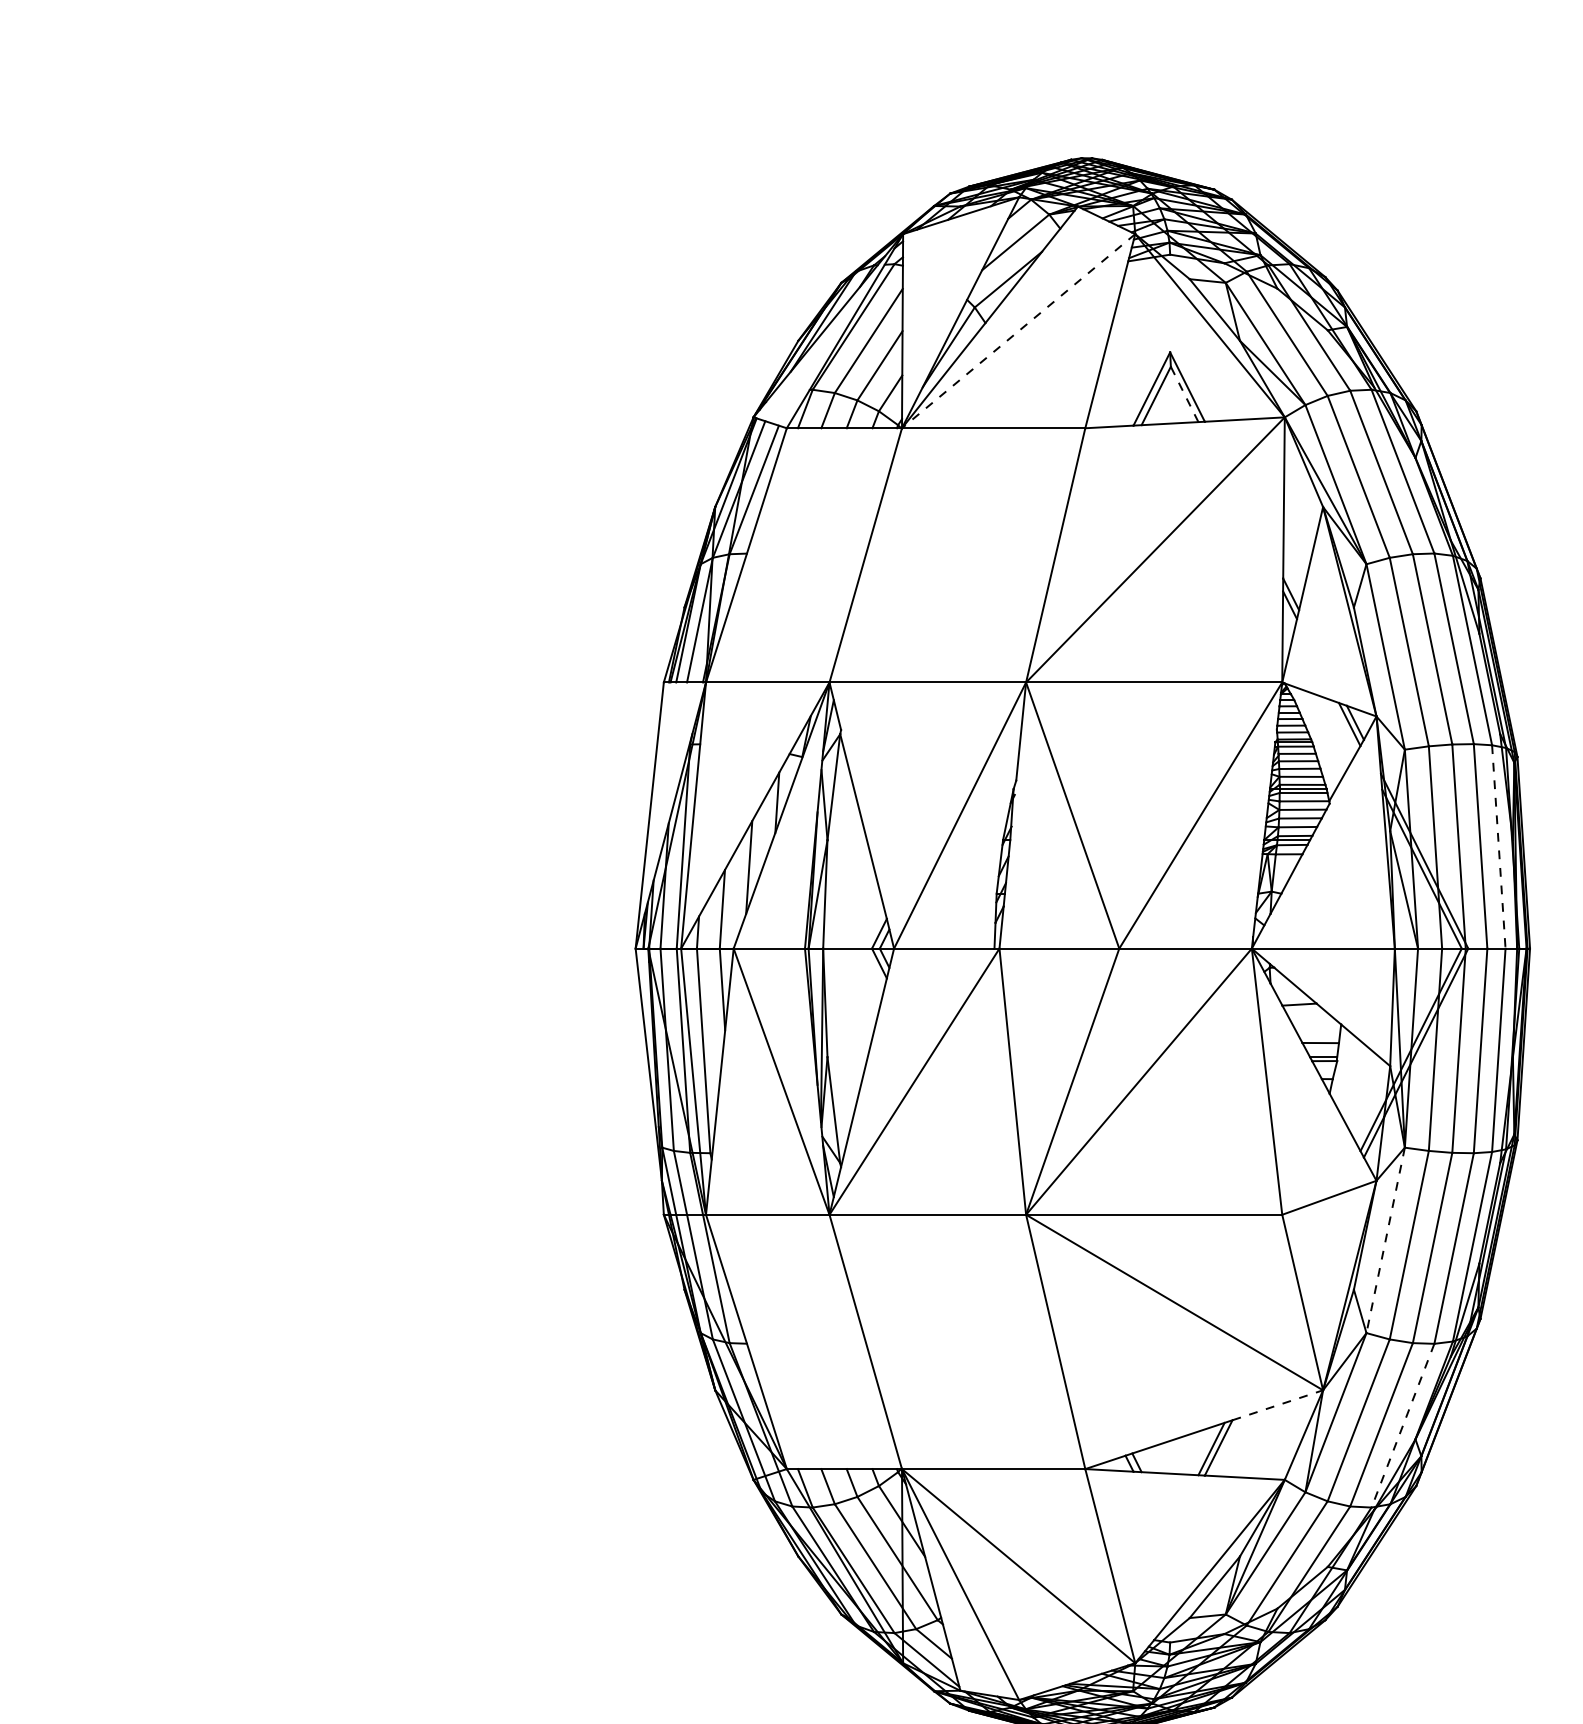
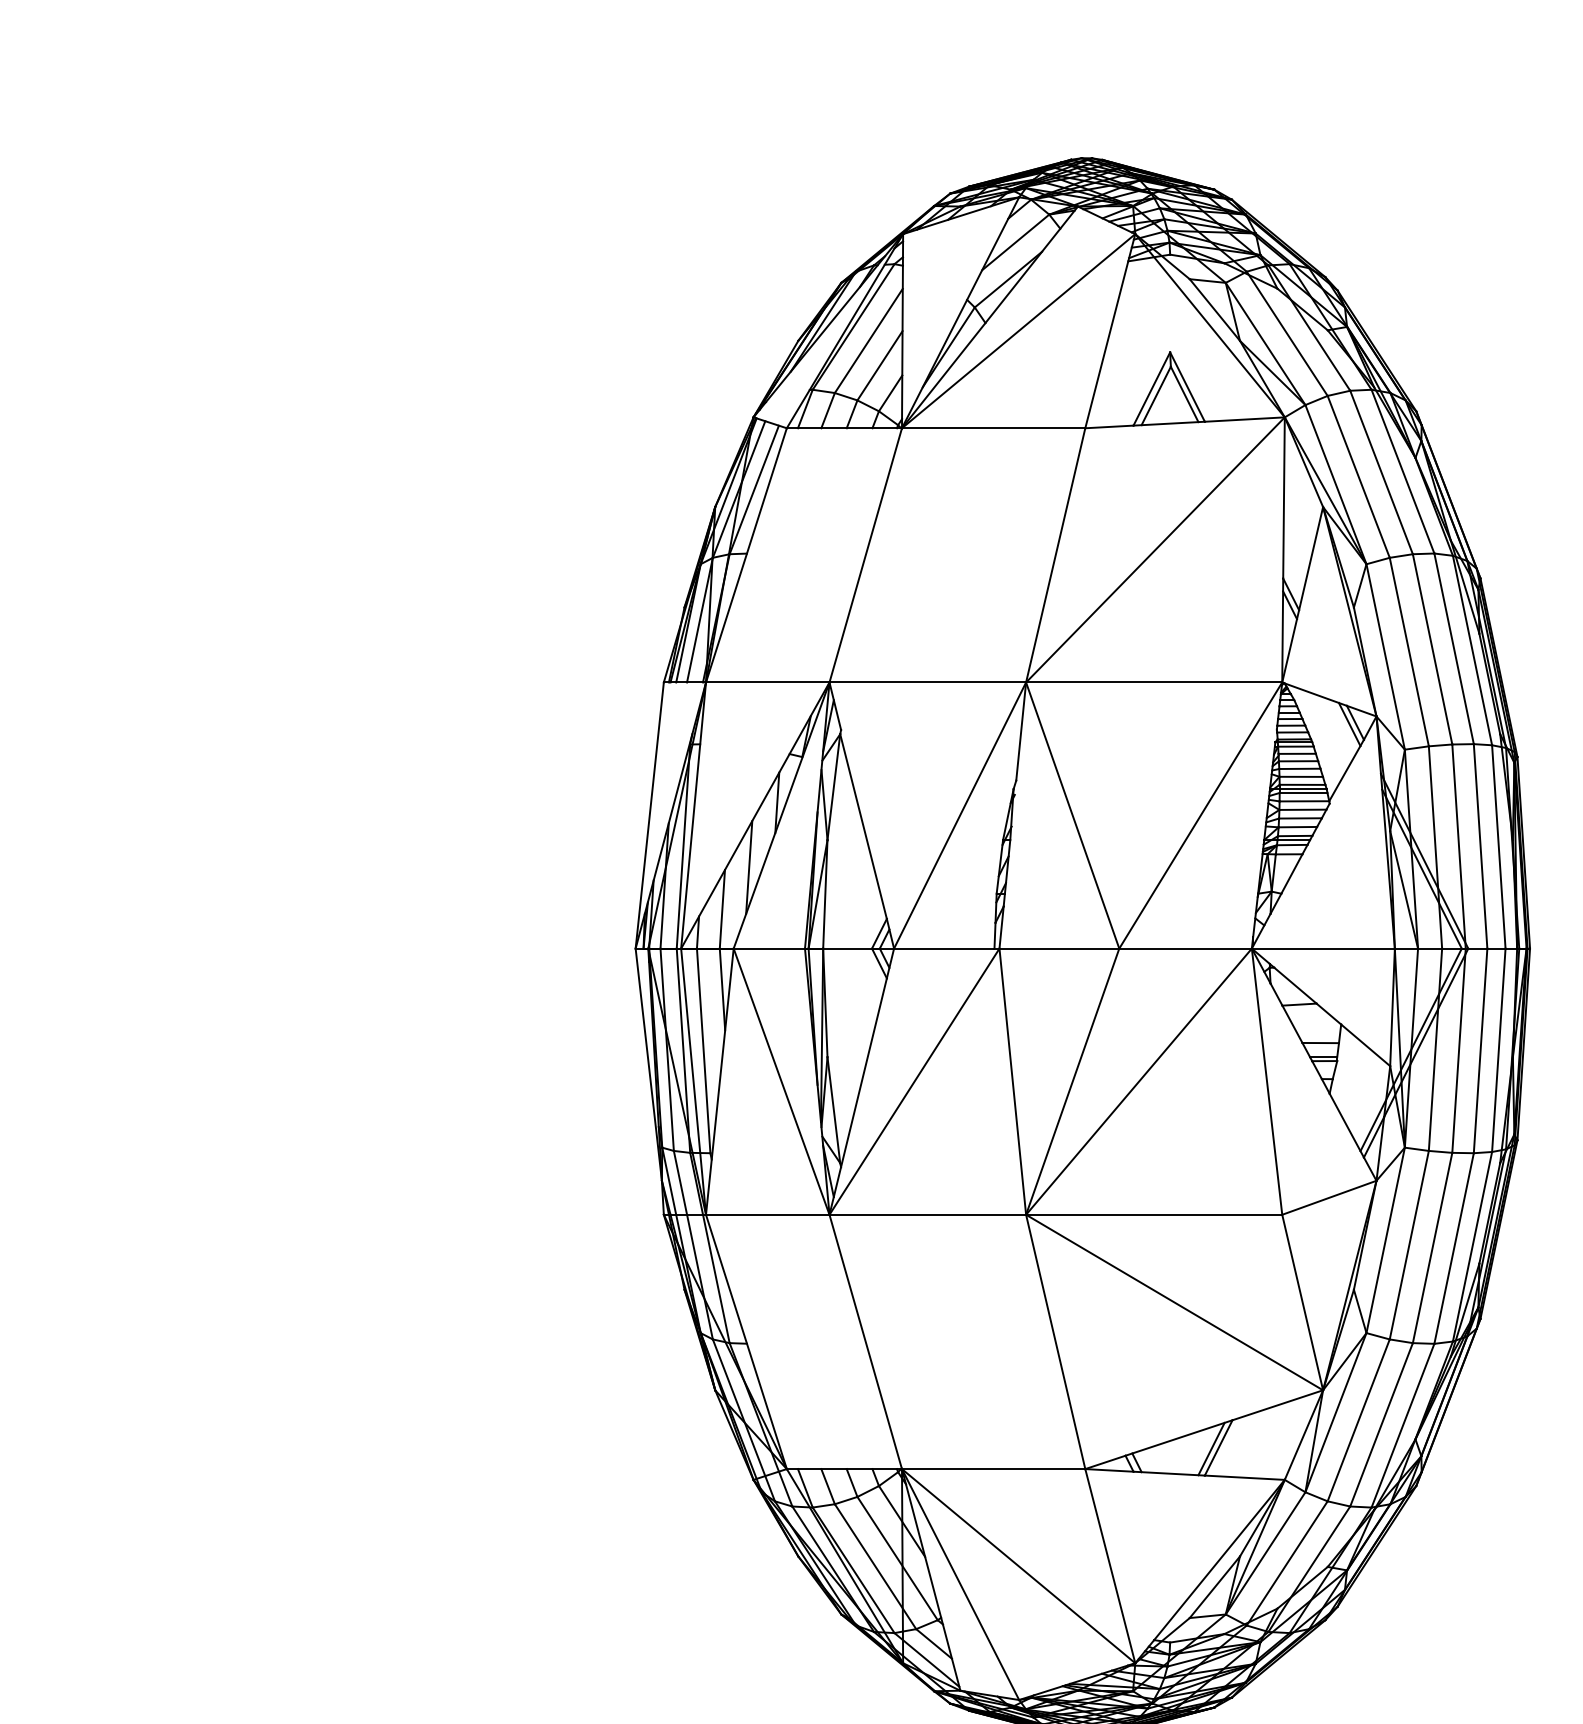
line at (1018, 331): dashed -> solid
line at (1184, 394): dashed -> solid
line at (1498, 846): dashed -> solid
line at (1385, 1240): dashed -> solid
line at (1277, 1405): dashed -> solid
line at (1402, 1425): dashed -> solid
